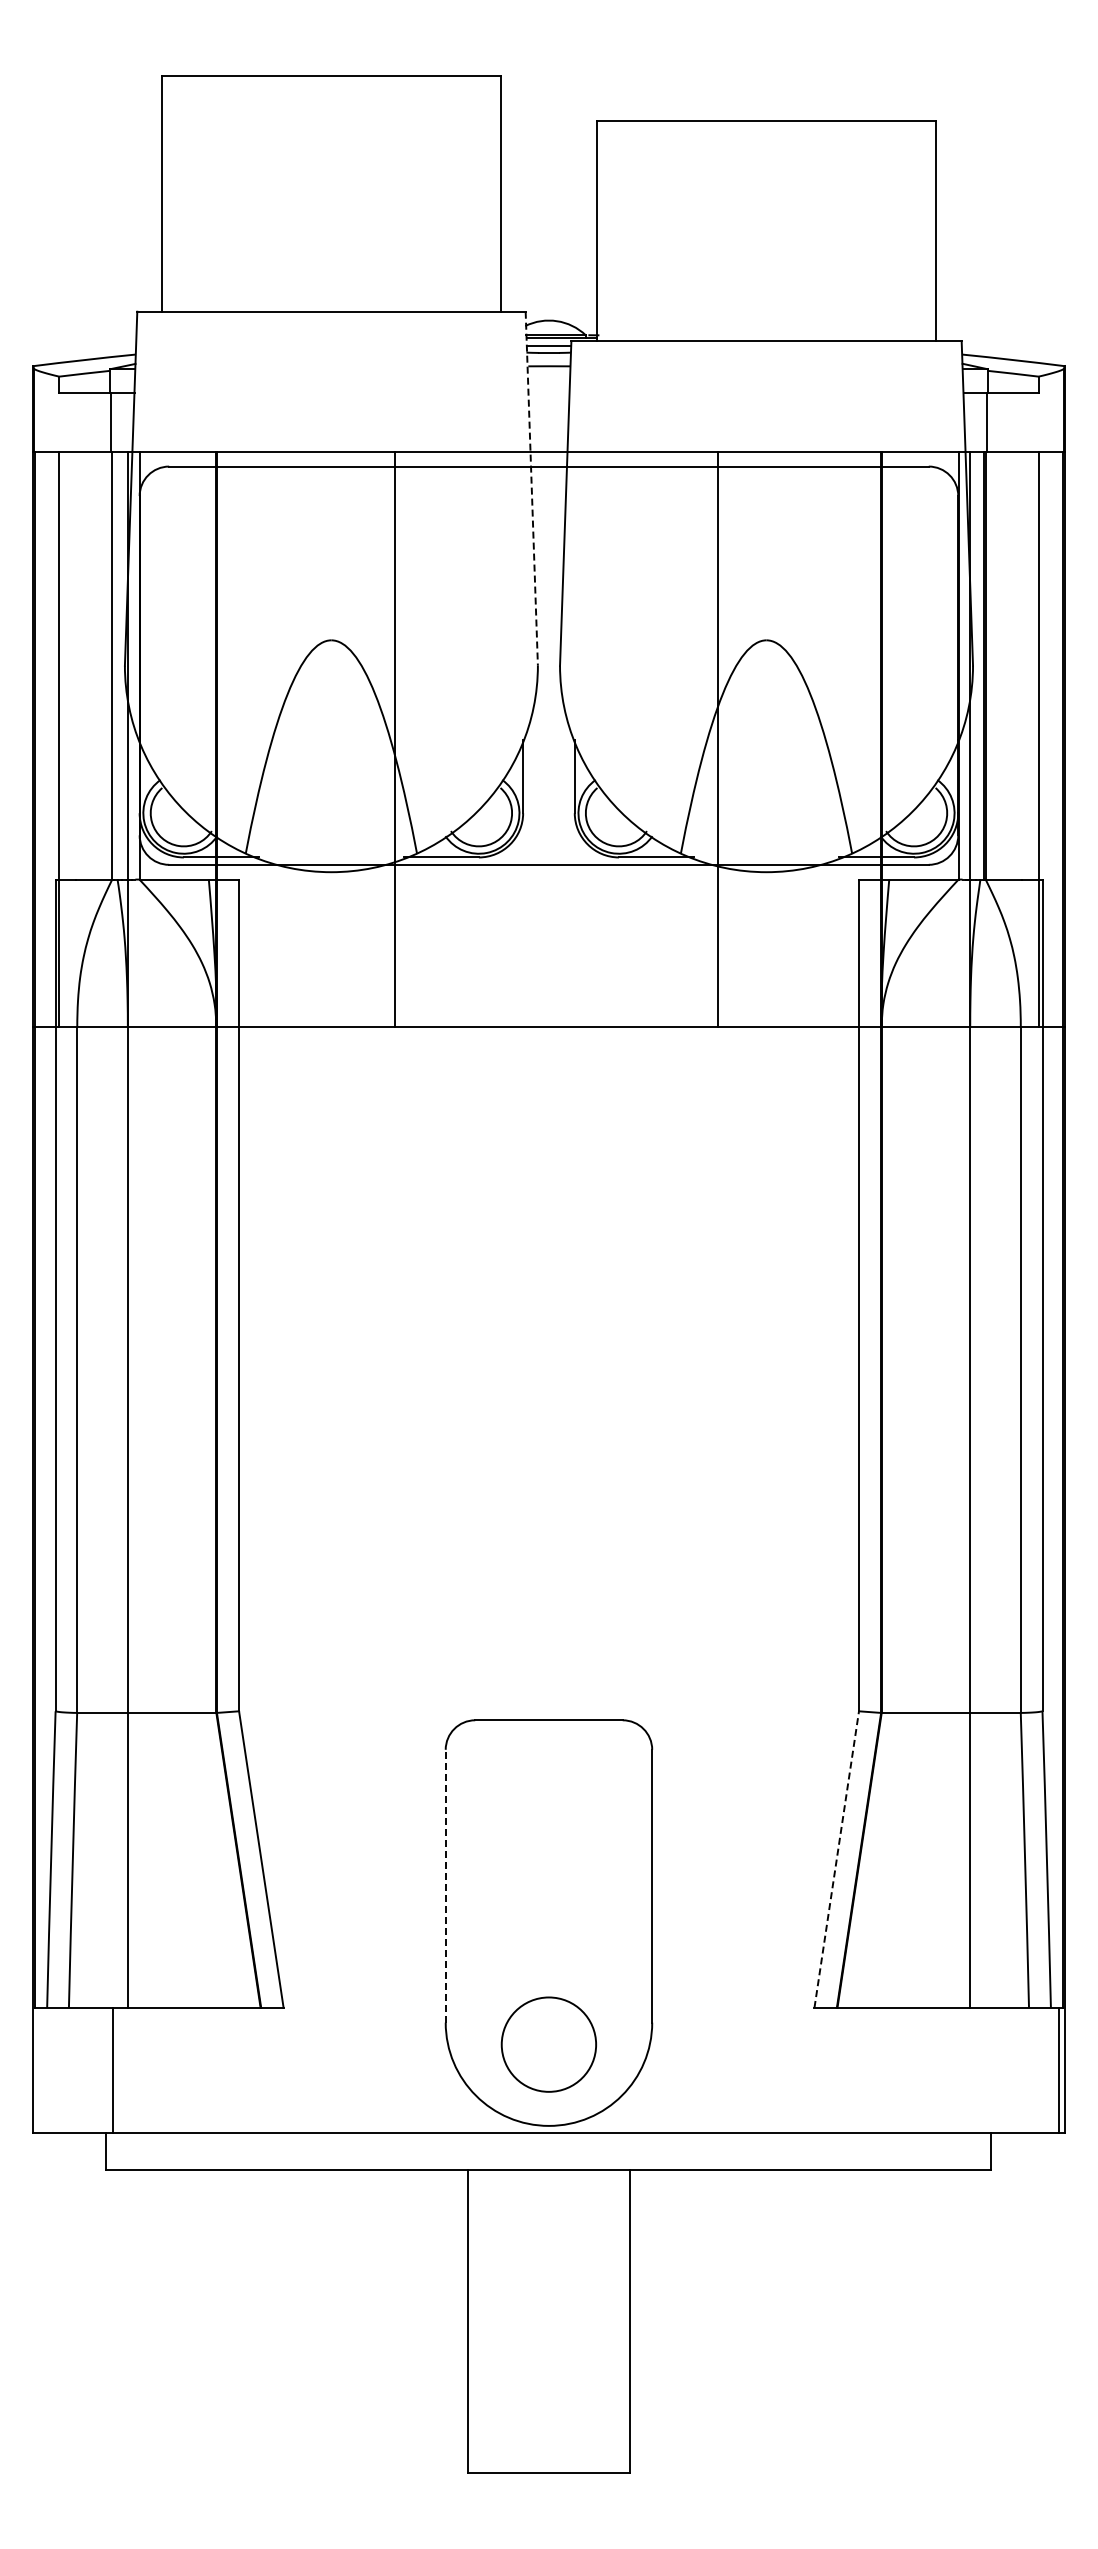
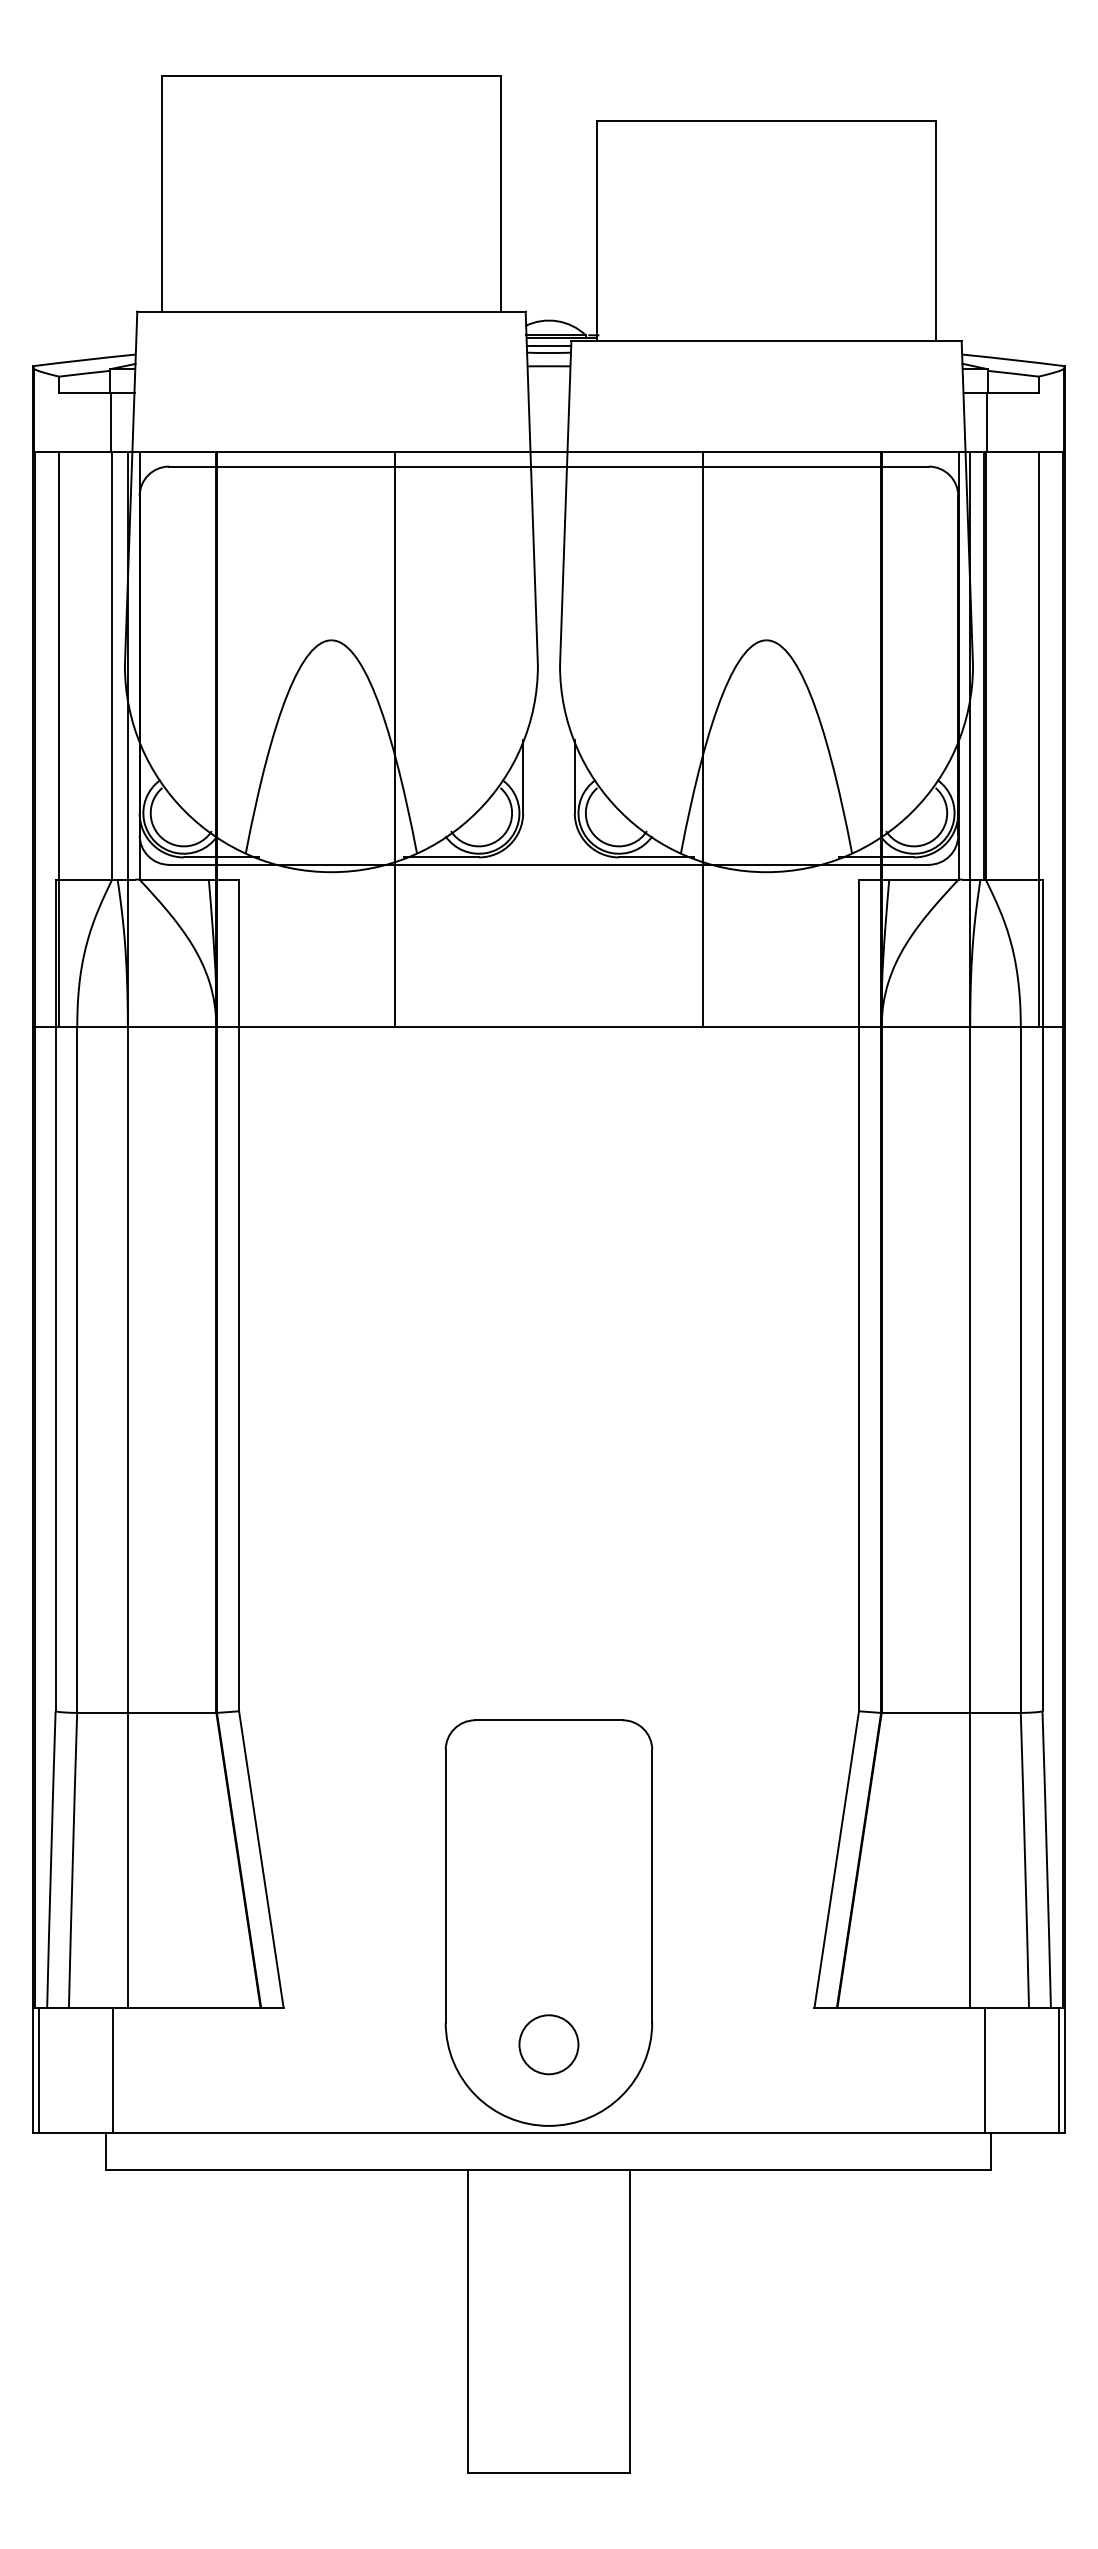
line at (531, 489): dashed -> solid
line at (717, 739) position: (717, 739) -> (702, 739)
line at (836, 1859): dashed -> solid
line at (445, 1885): dashed -> solid
circle at (548, 2044) size: 97x97 px -> 62x62 px
line at (39, 2070): none -> present
line at (985, 2070): none -> present
